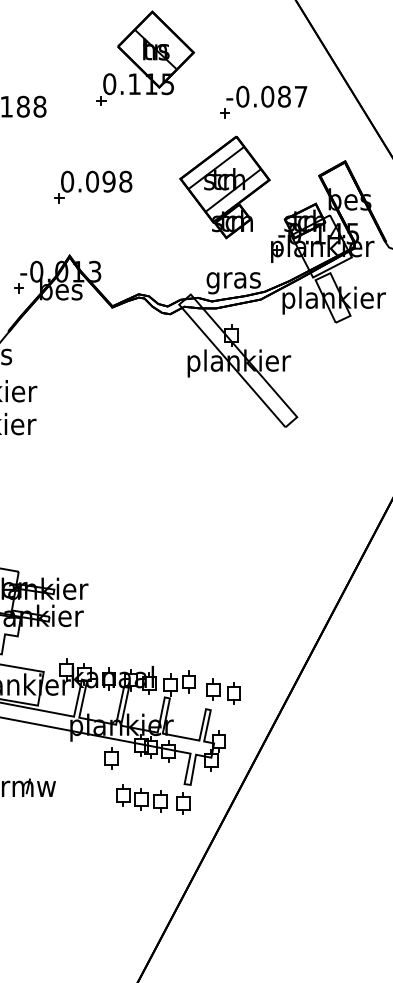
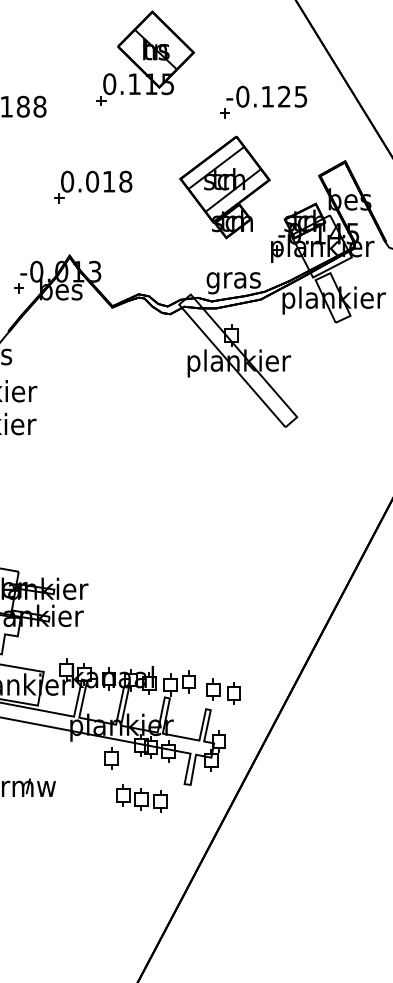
text at (284, 96): -0.087 -> -0.125
text at (108, 181): 0.098 -> 0.018
part at (183, 803): present -> none
